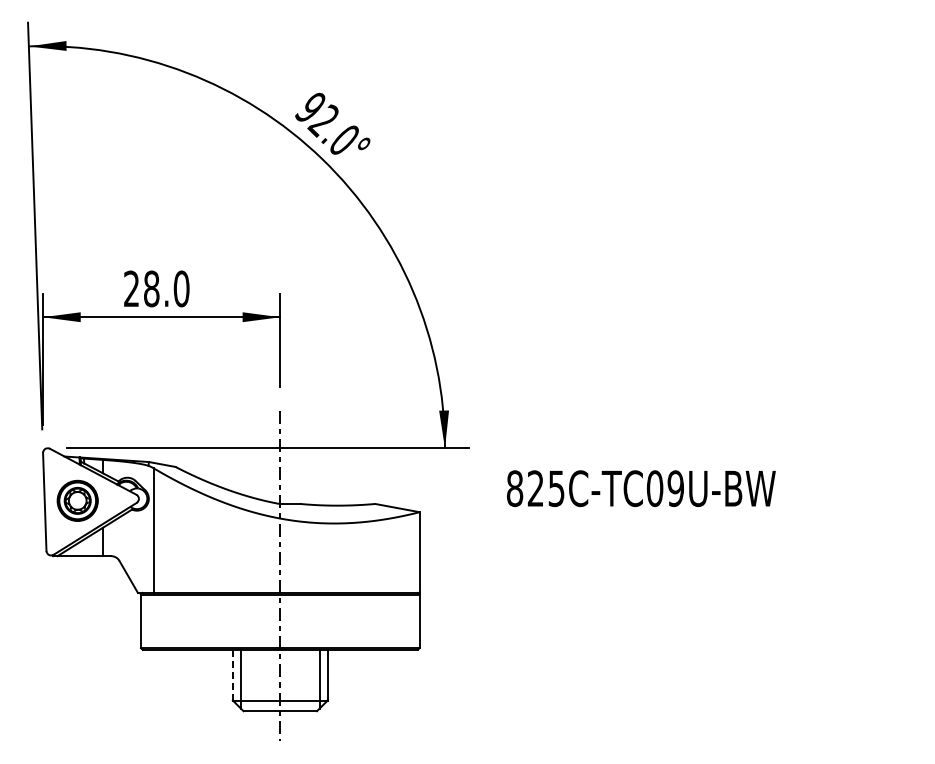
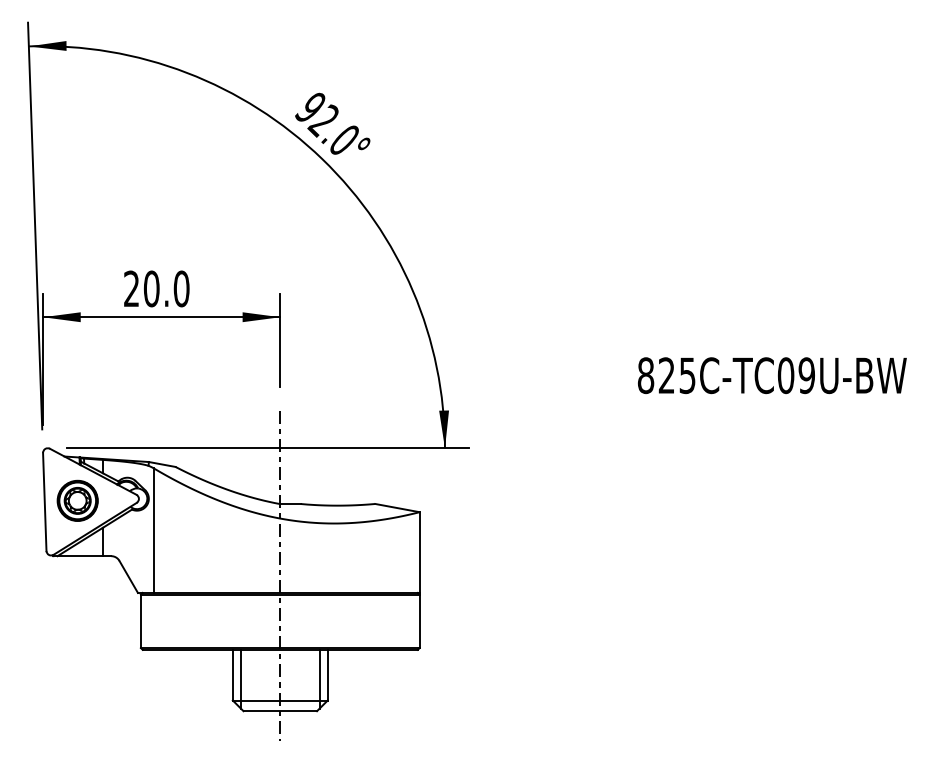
text at (151, 288): 28.0 -> 20.0
text at (641, 488) position: (641, 488) -> (772, 375)
line at (232, 675): dashed -> solid
